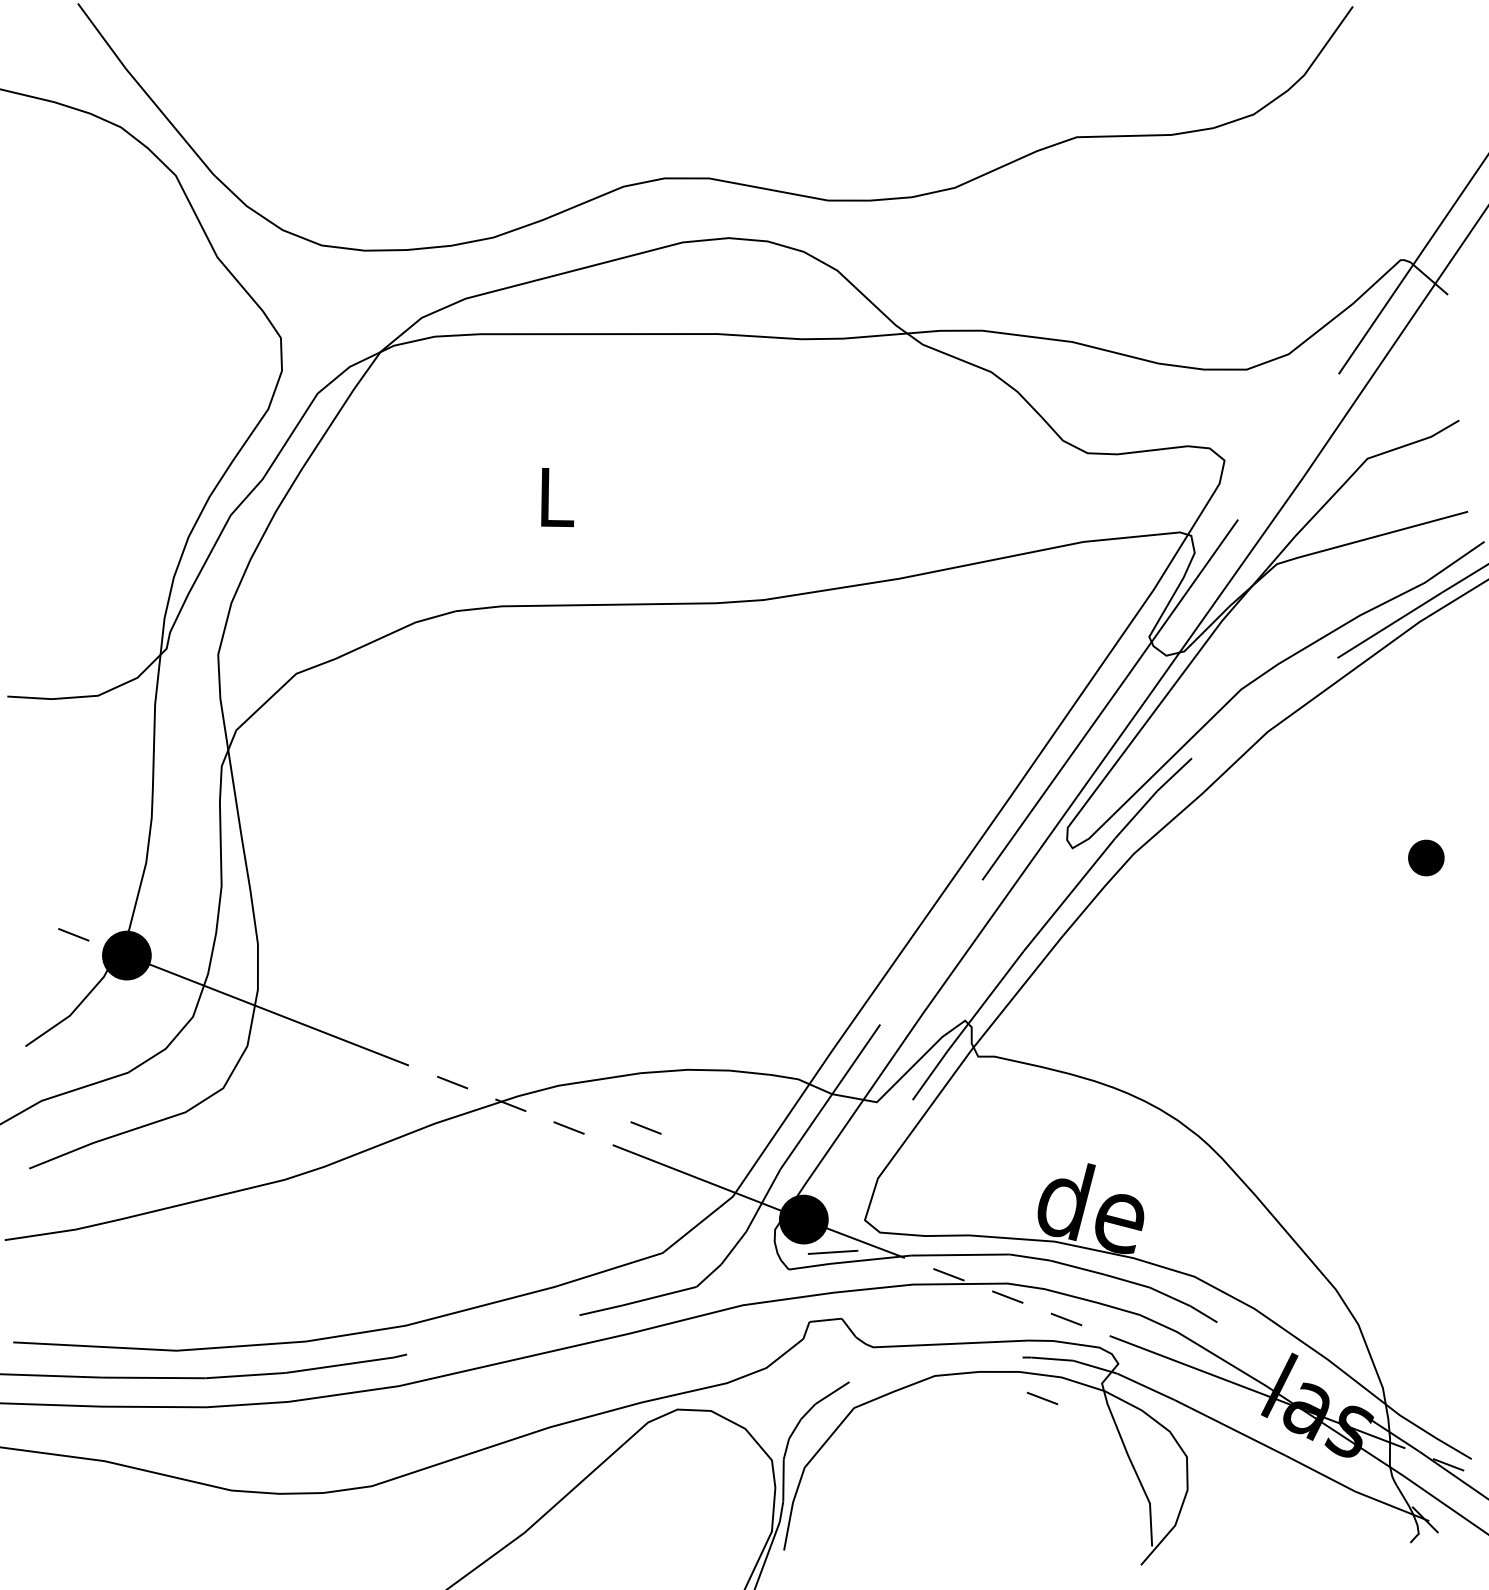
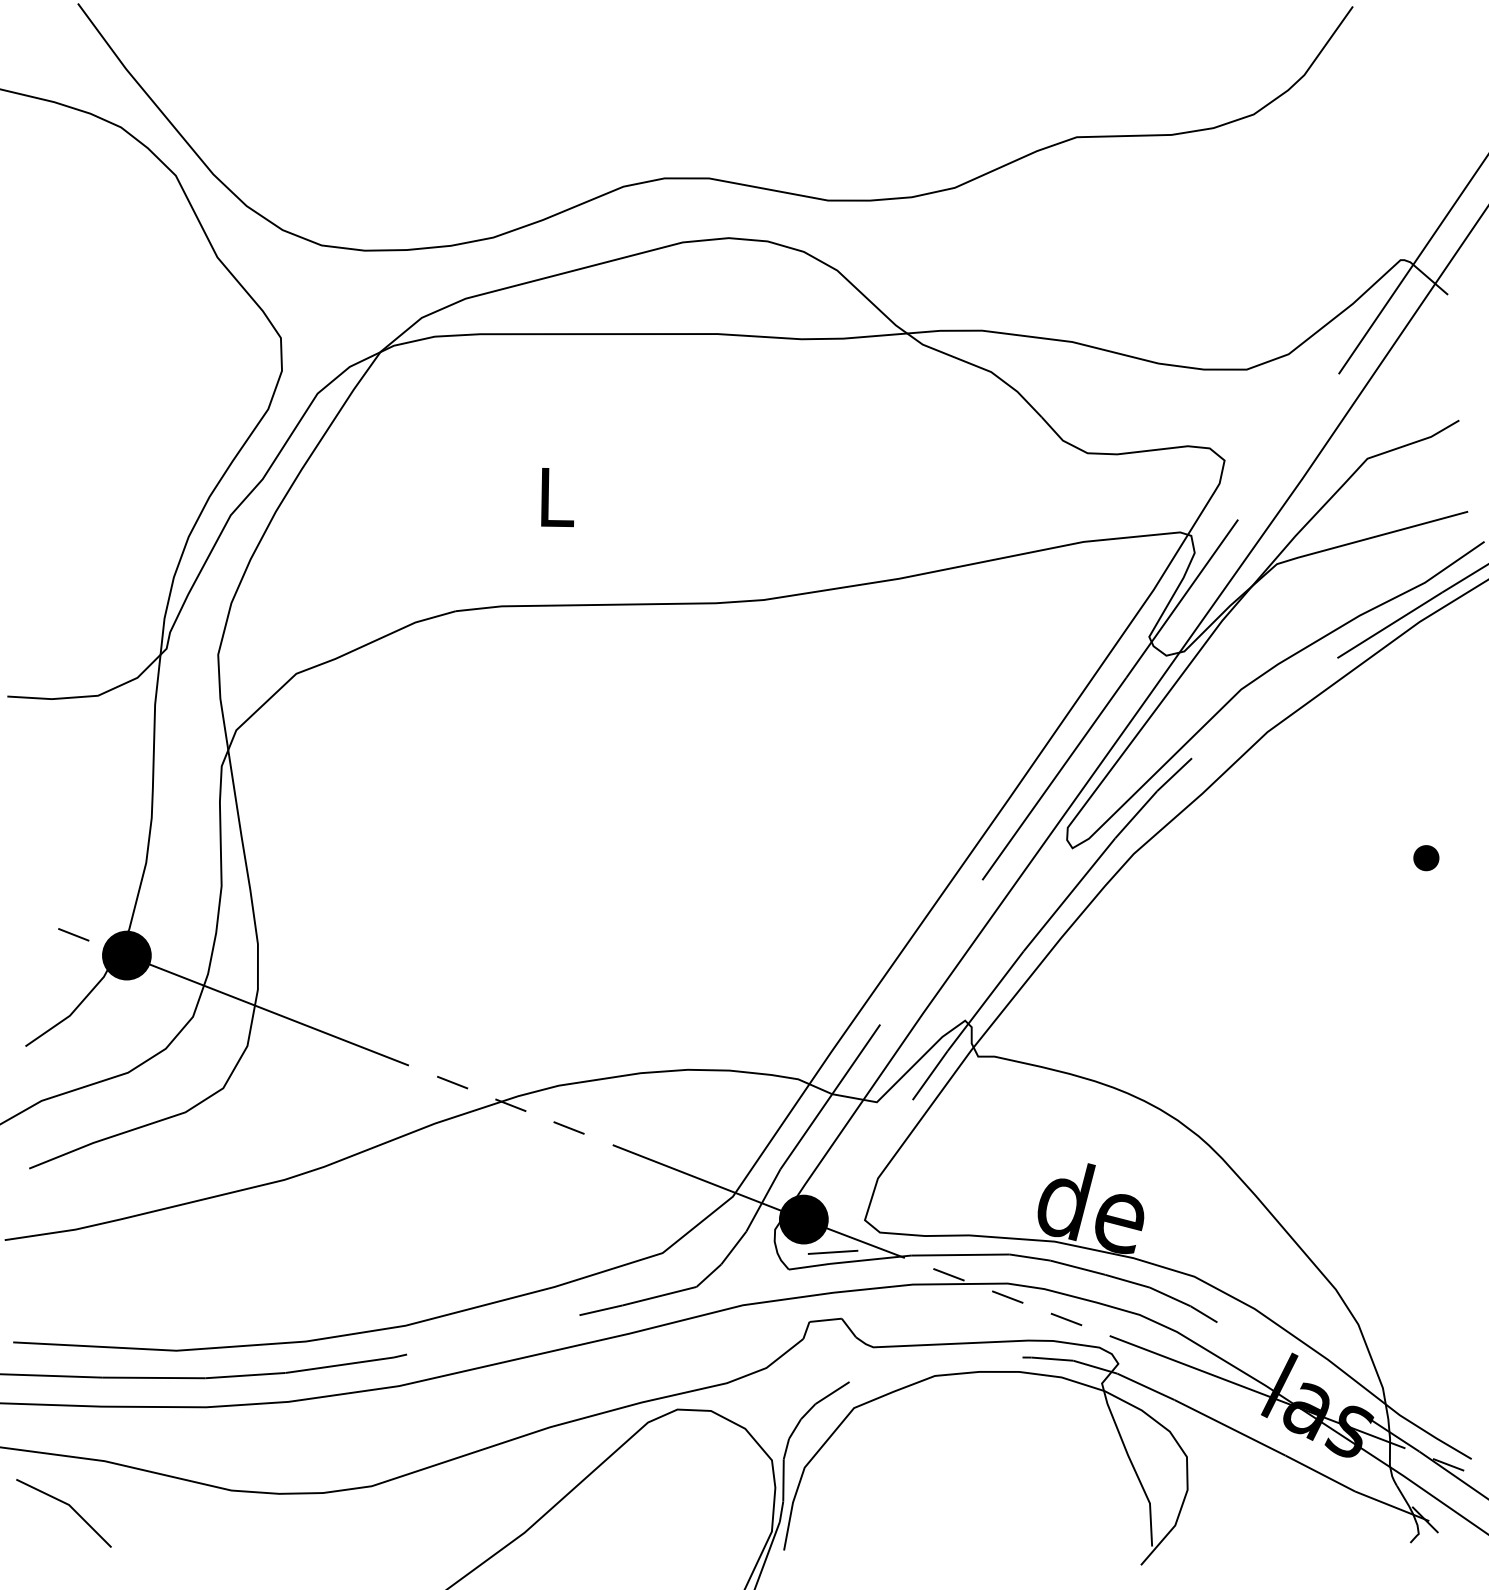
part at (1426, 857) size: 37x38 px -> 27x27 px
line at (645, 1127): present -> none
line at (1042, 1398): present -> none
line at (67, 1505): none -> present
